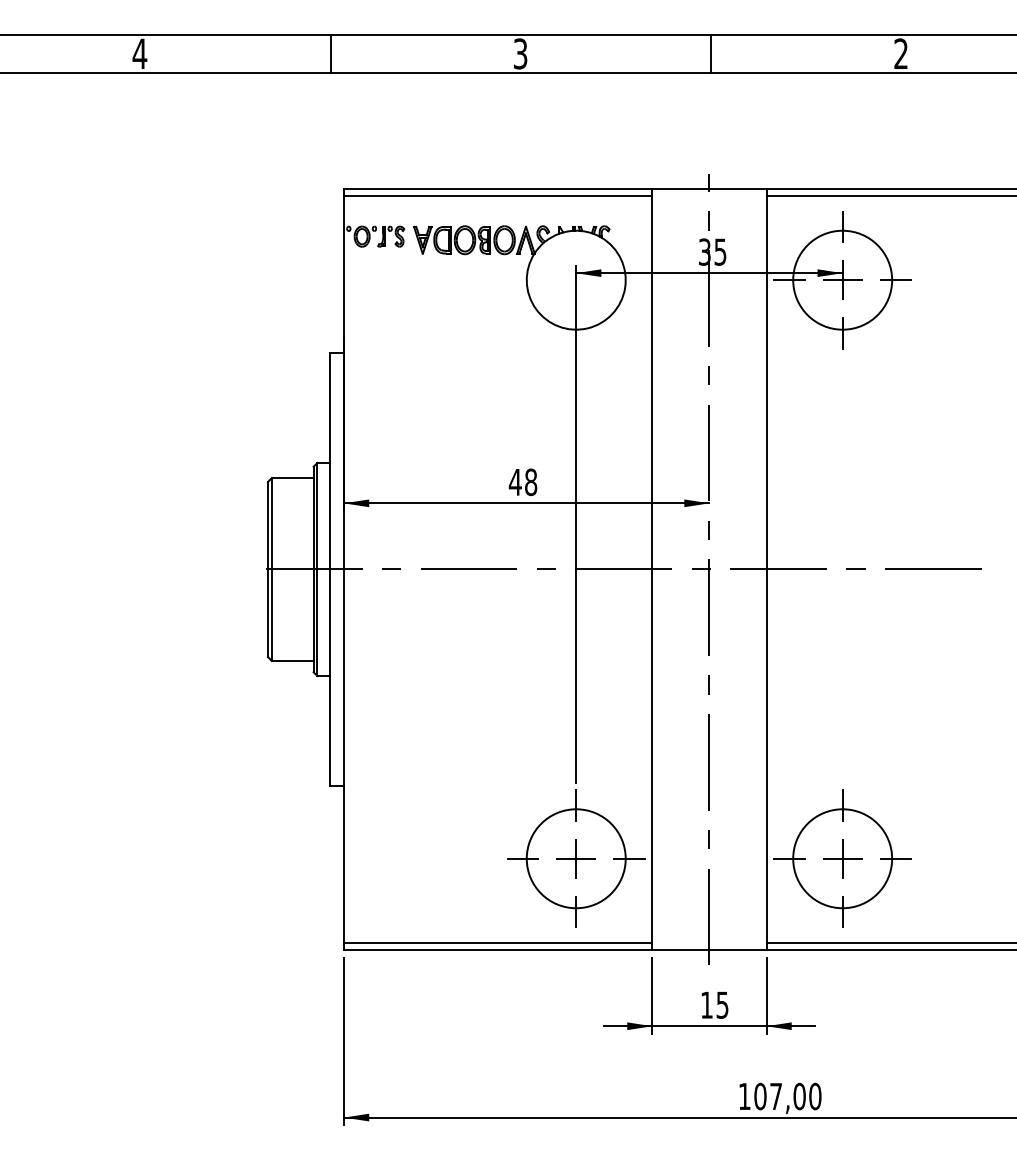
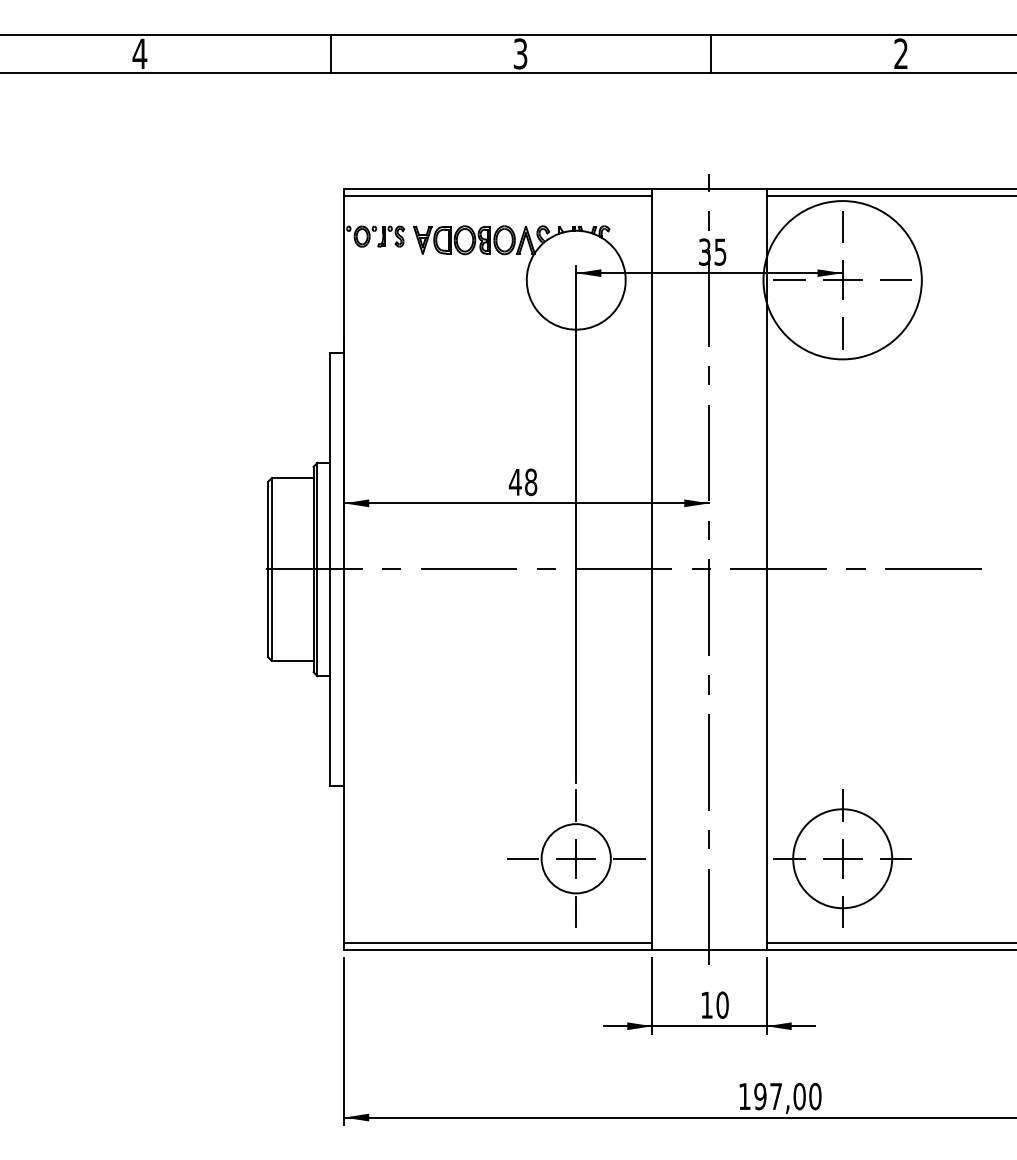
circle at (842, 279) diameter: 99 px -> 158 px
circle at (575, 858) diameter: 99 px -> 69 px
text at (722, 1004): 15 -> 10
text at (760, 1096): 107,00 -> 197,00
